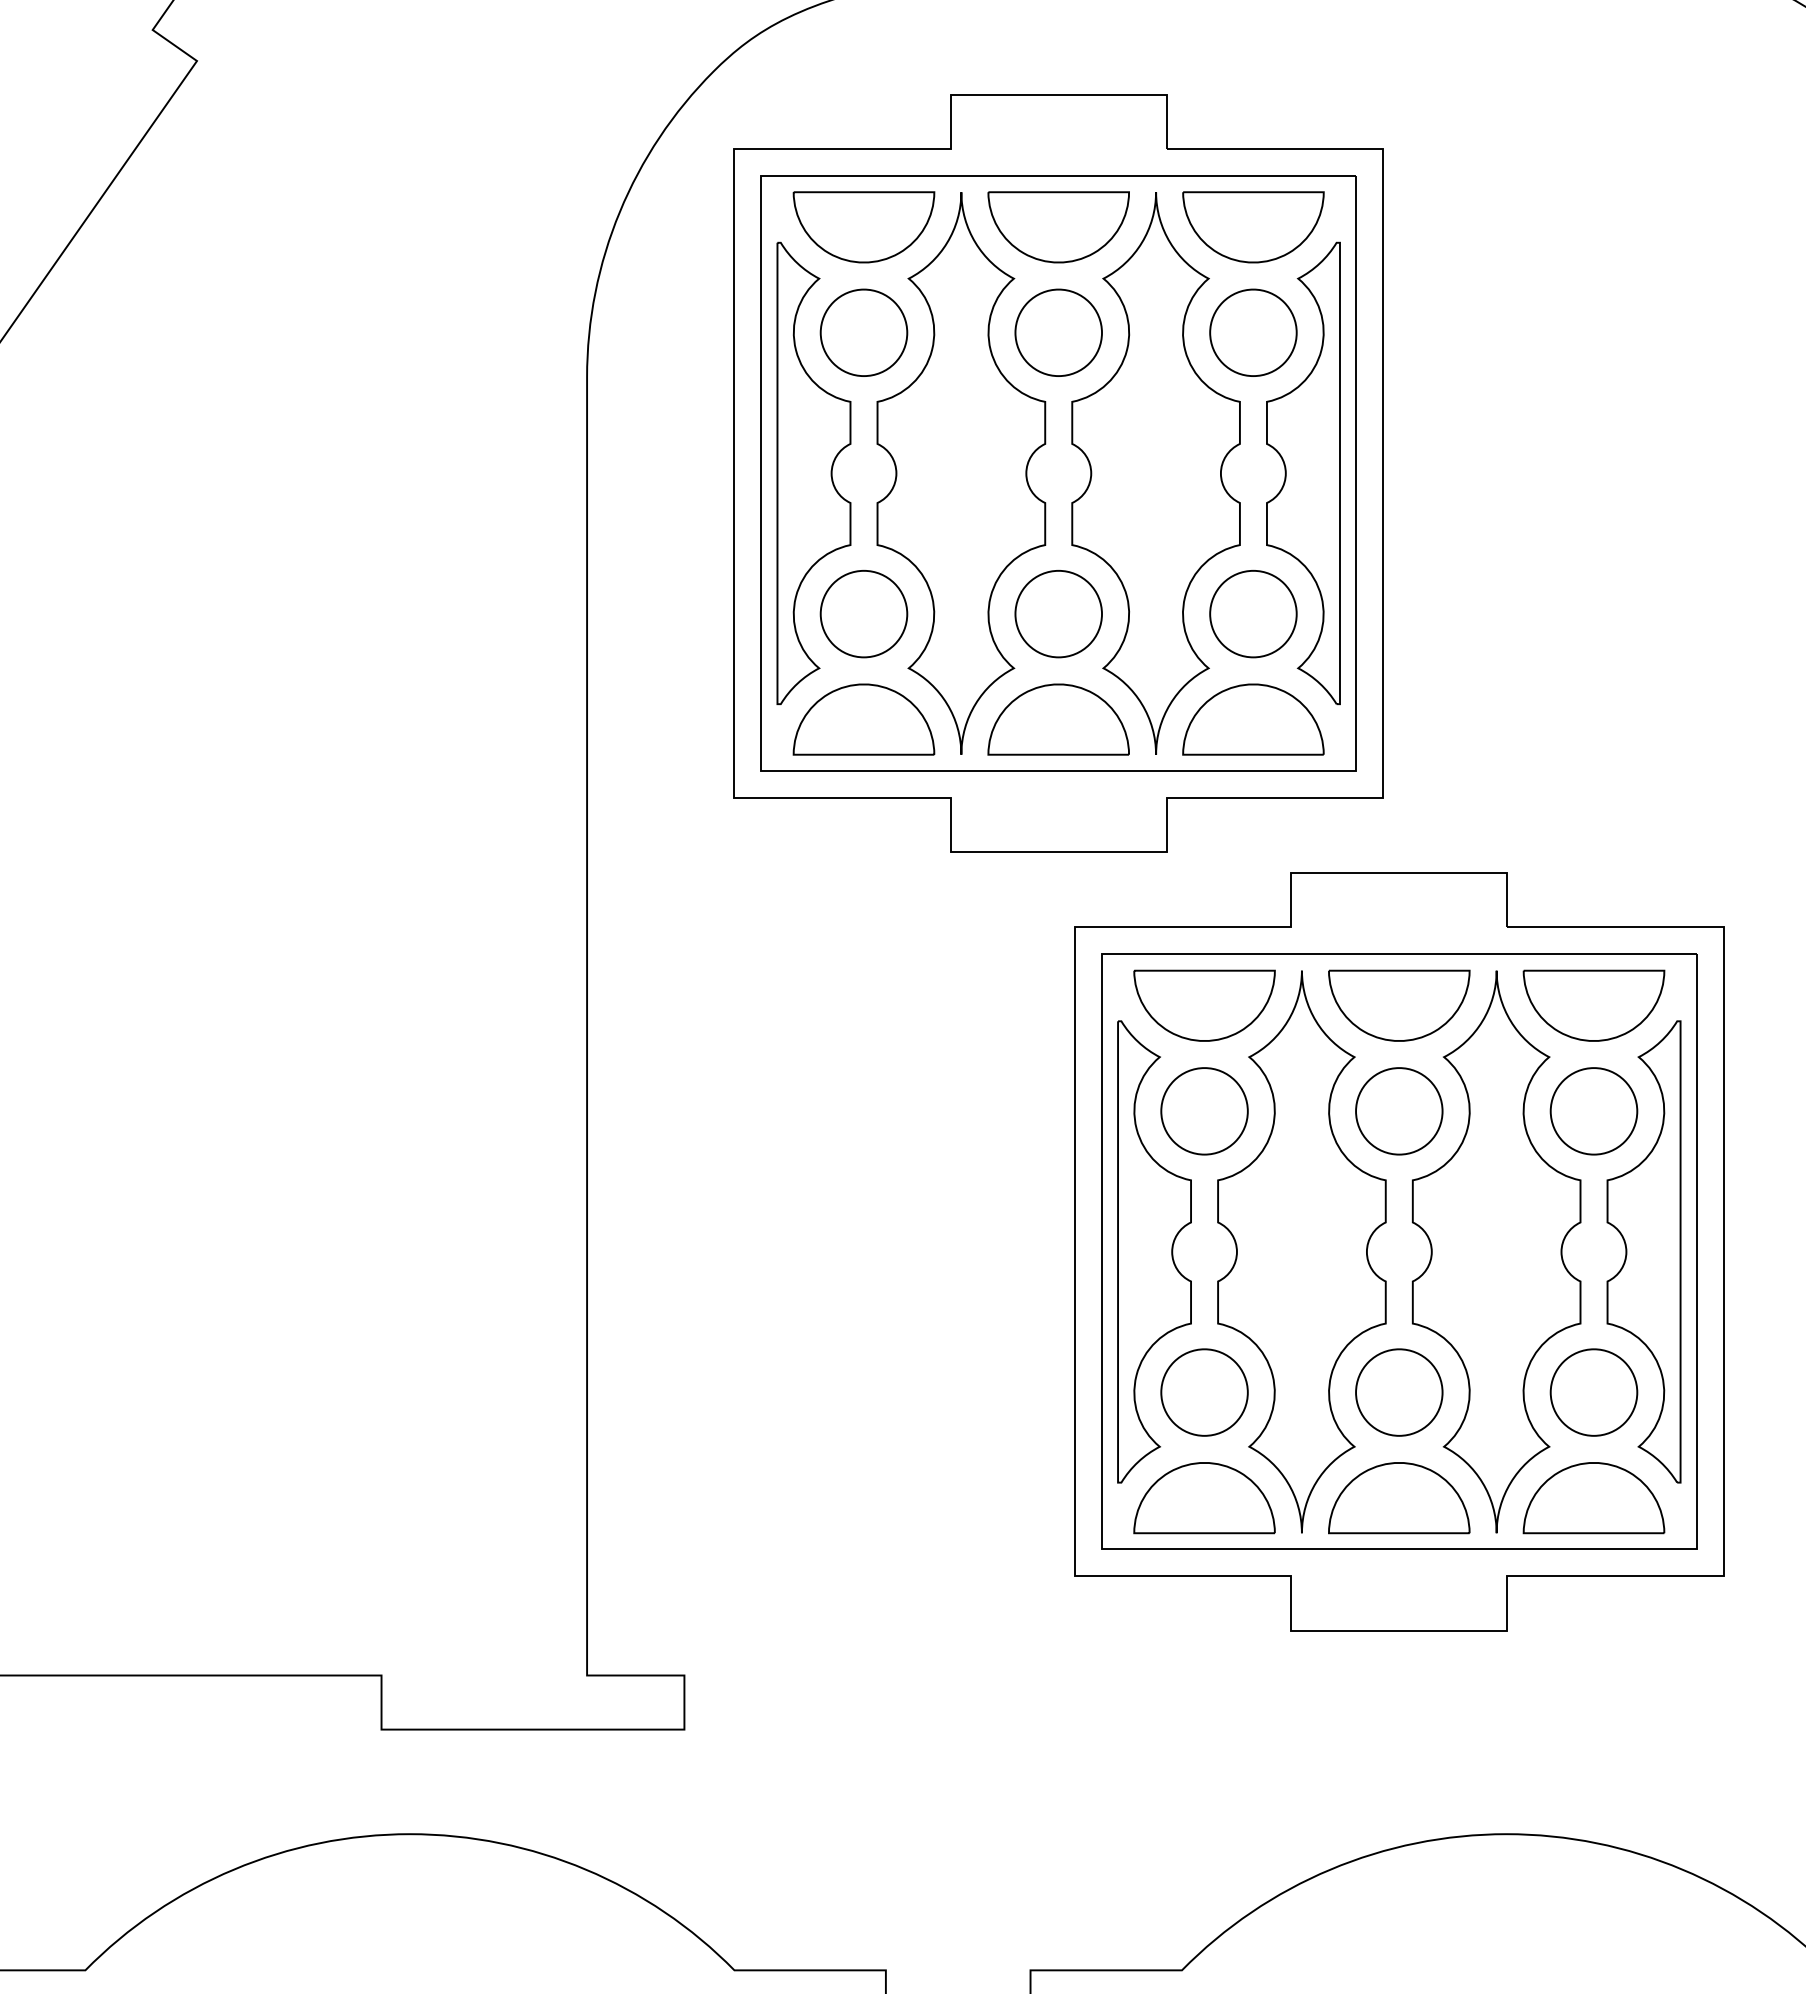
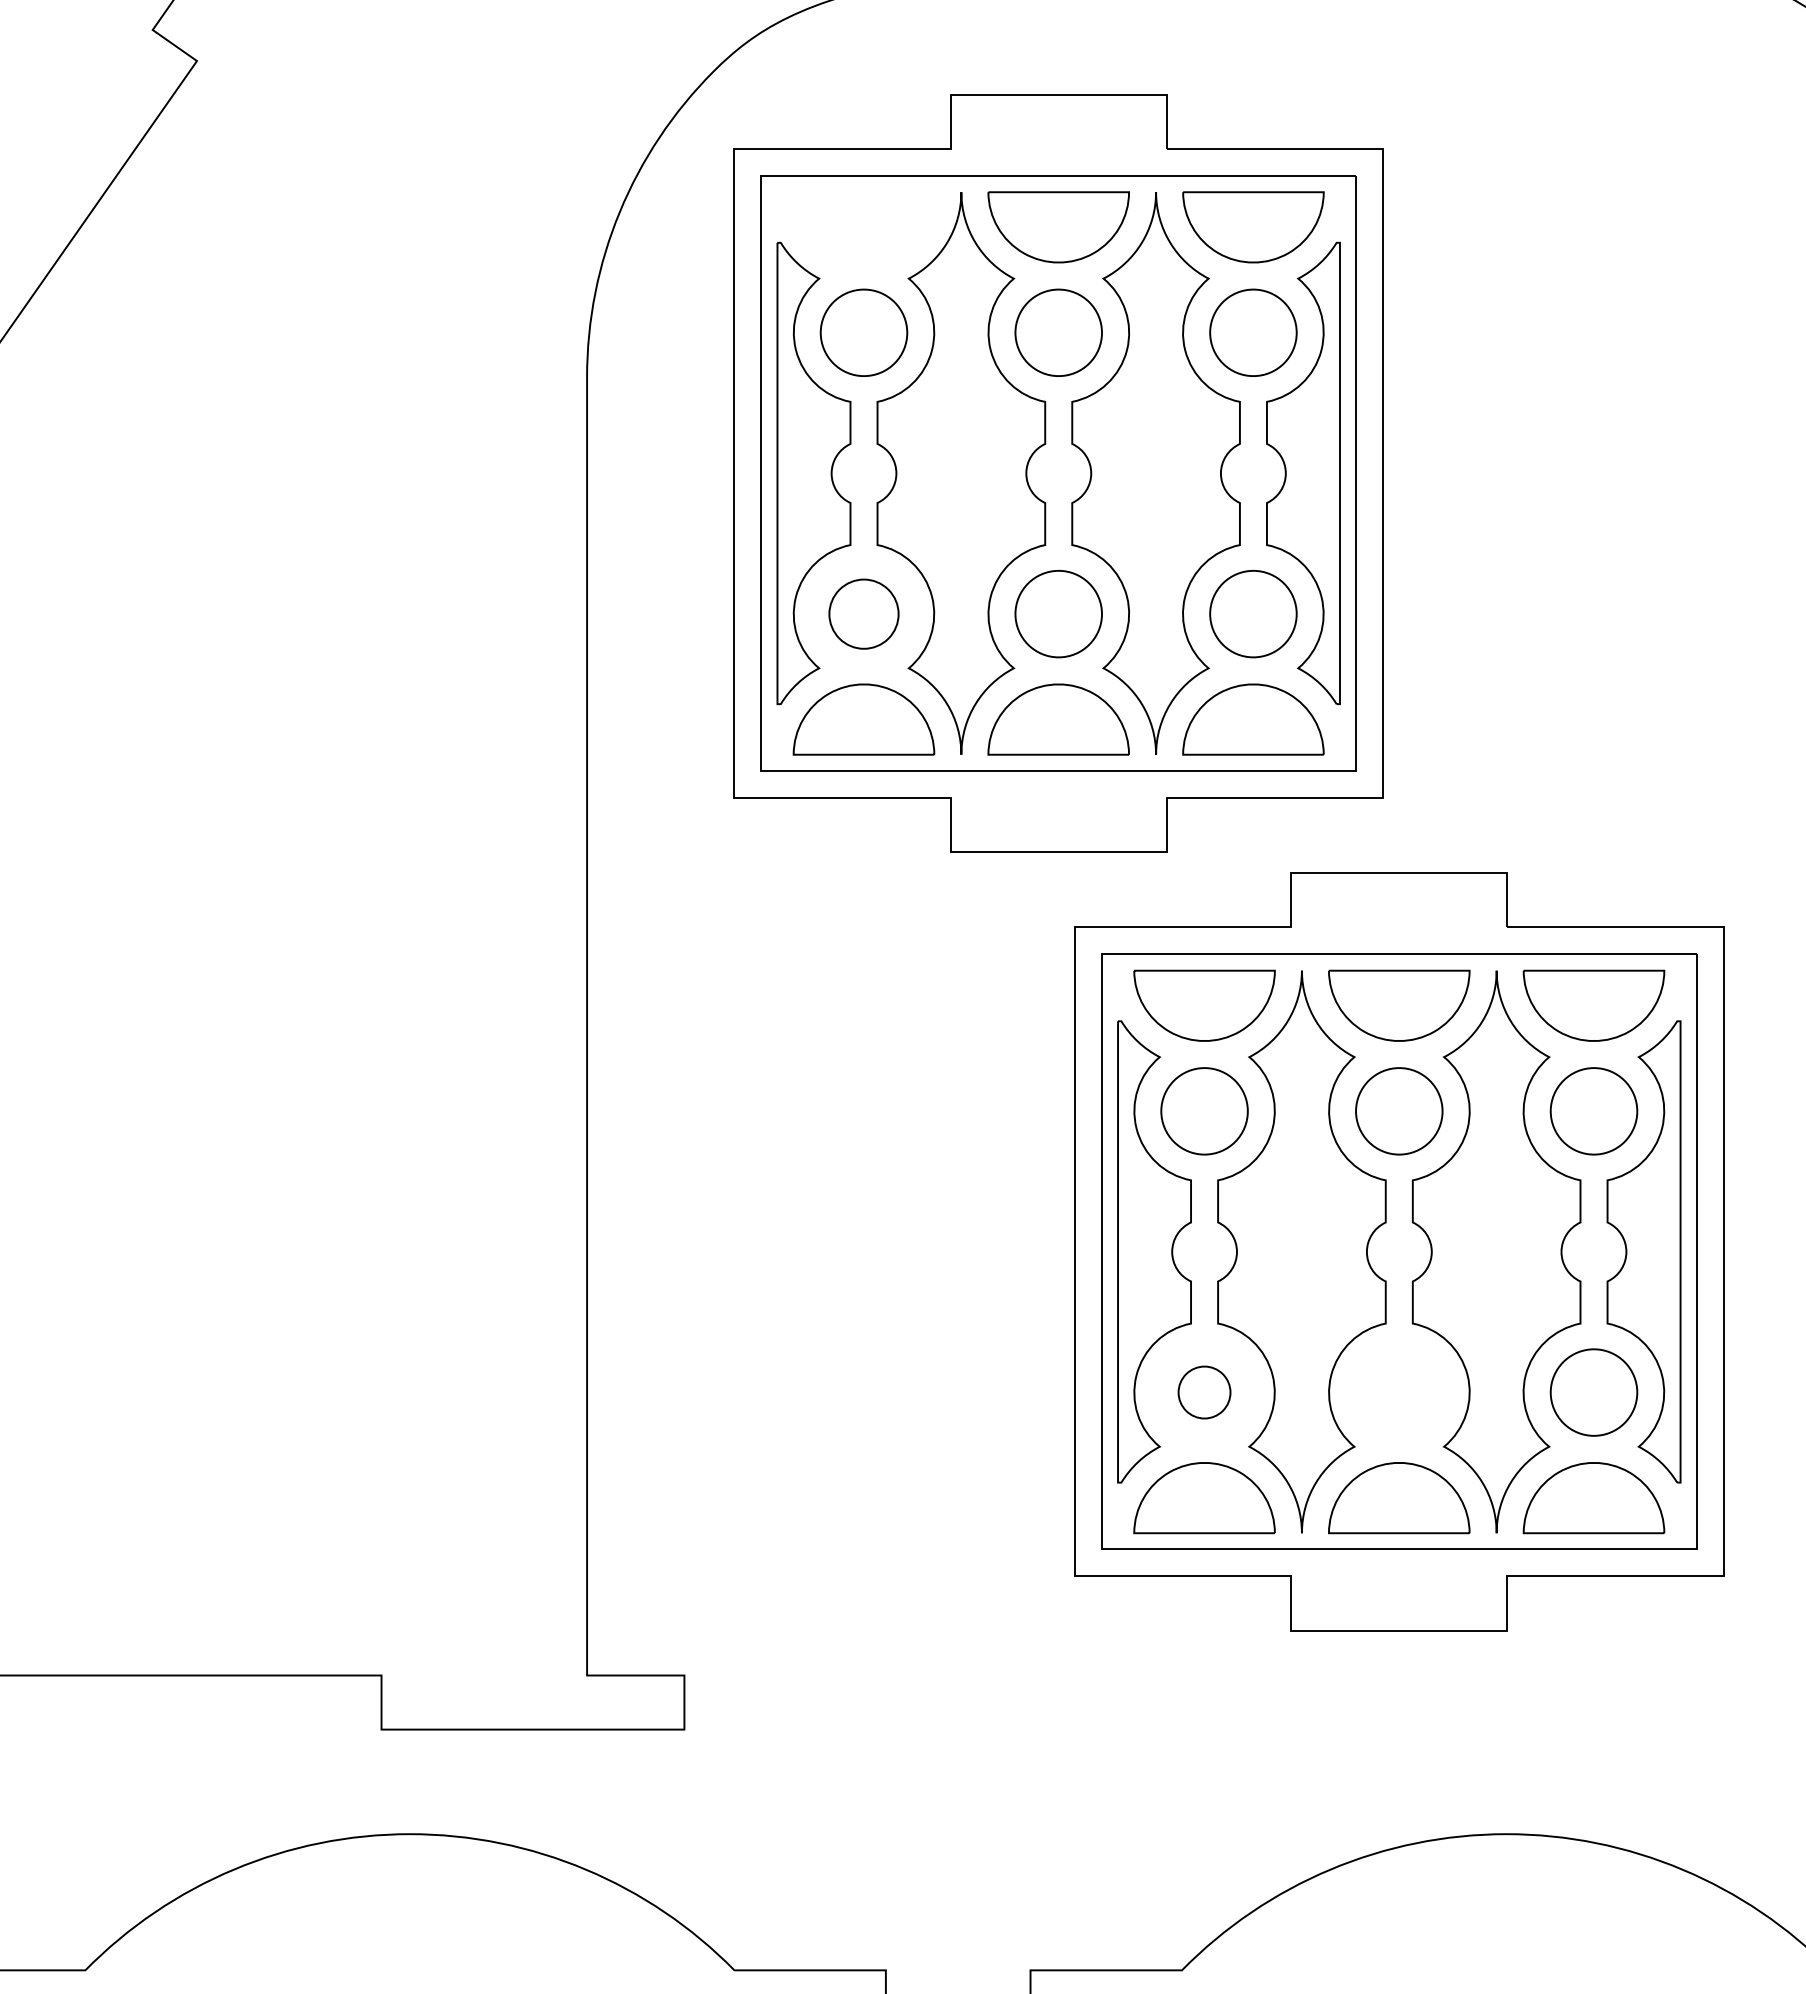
part at (863, 227): present -> none
part at (863, 614) size: 90x89 px -> 72x72 px
part at (1204, 1392) size: 89x89 px -> 55x55 px
part at (1399, 1392): present -> none
